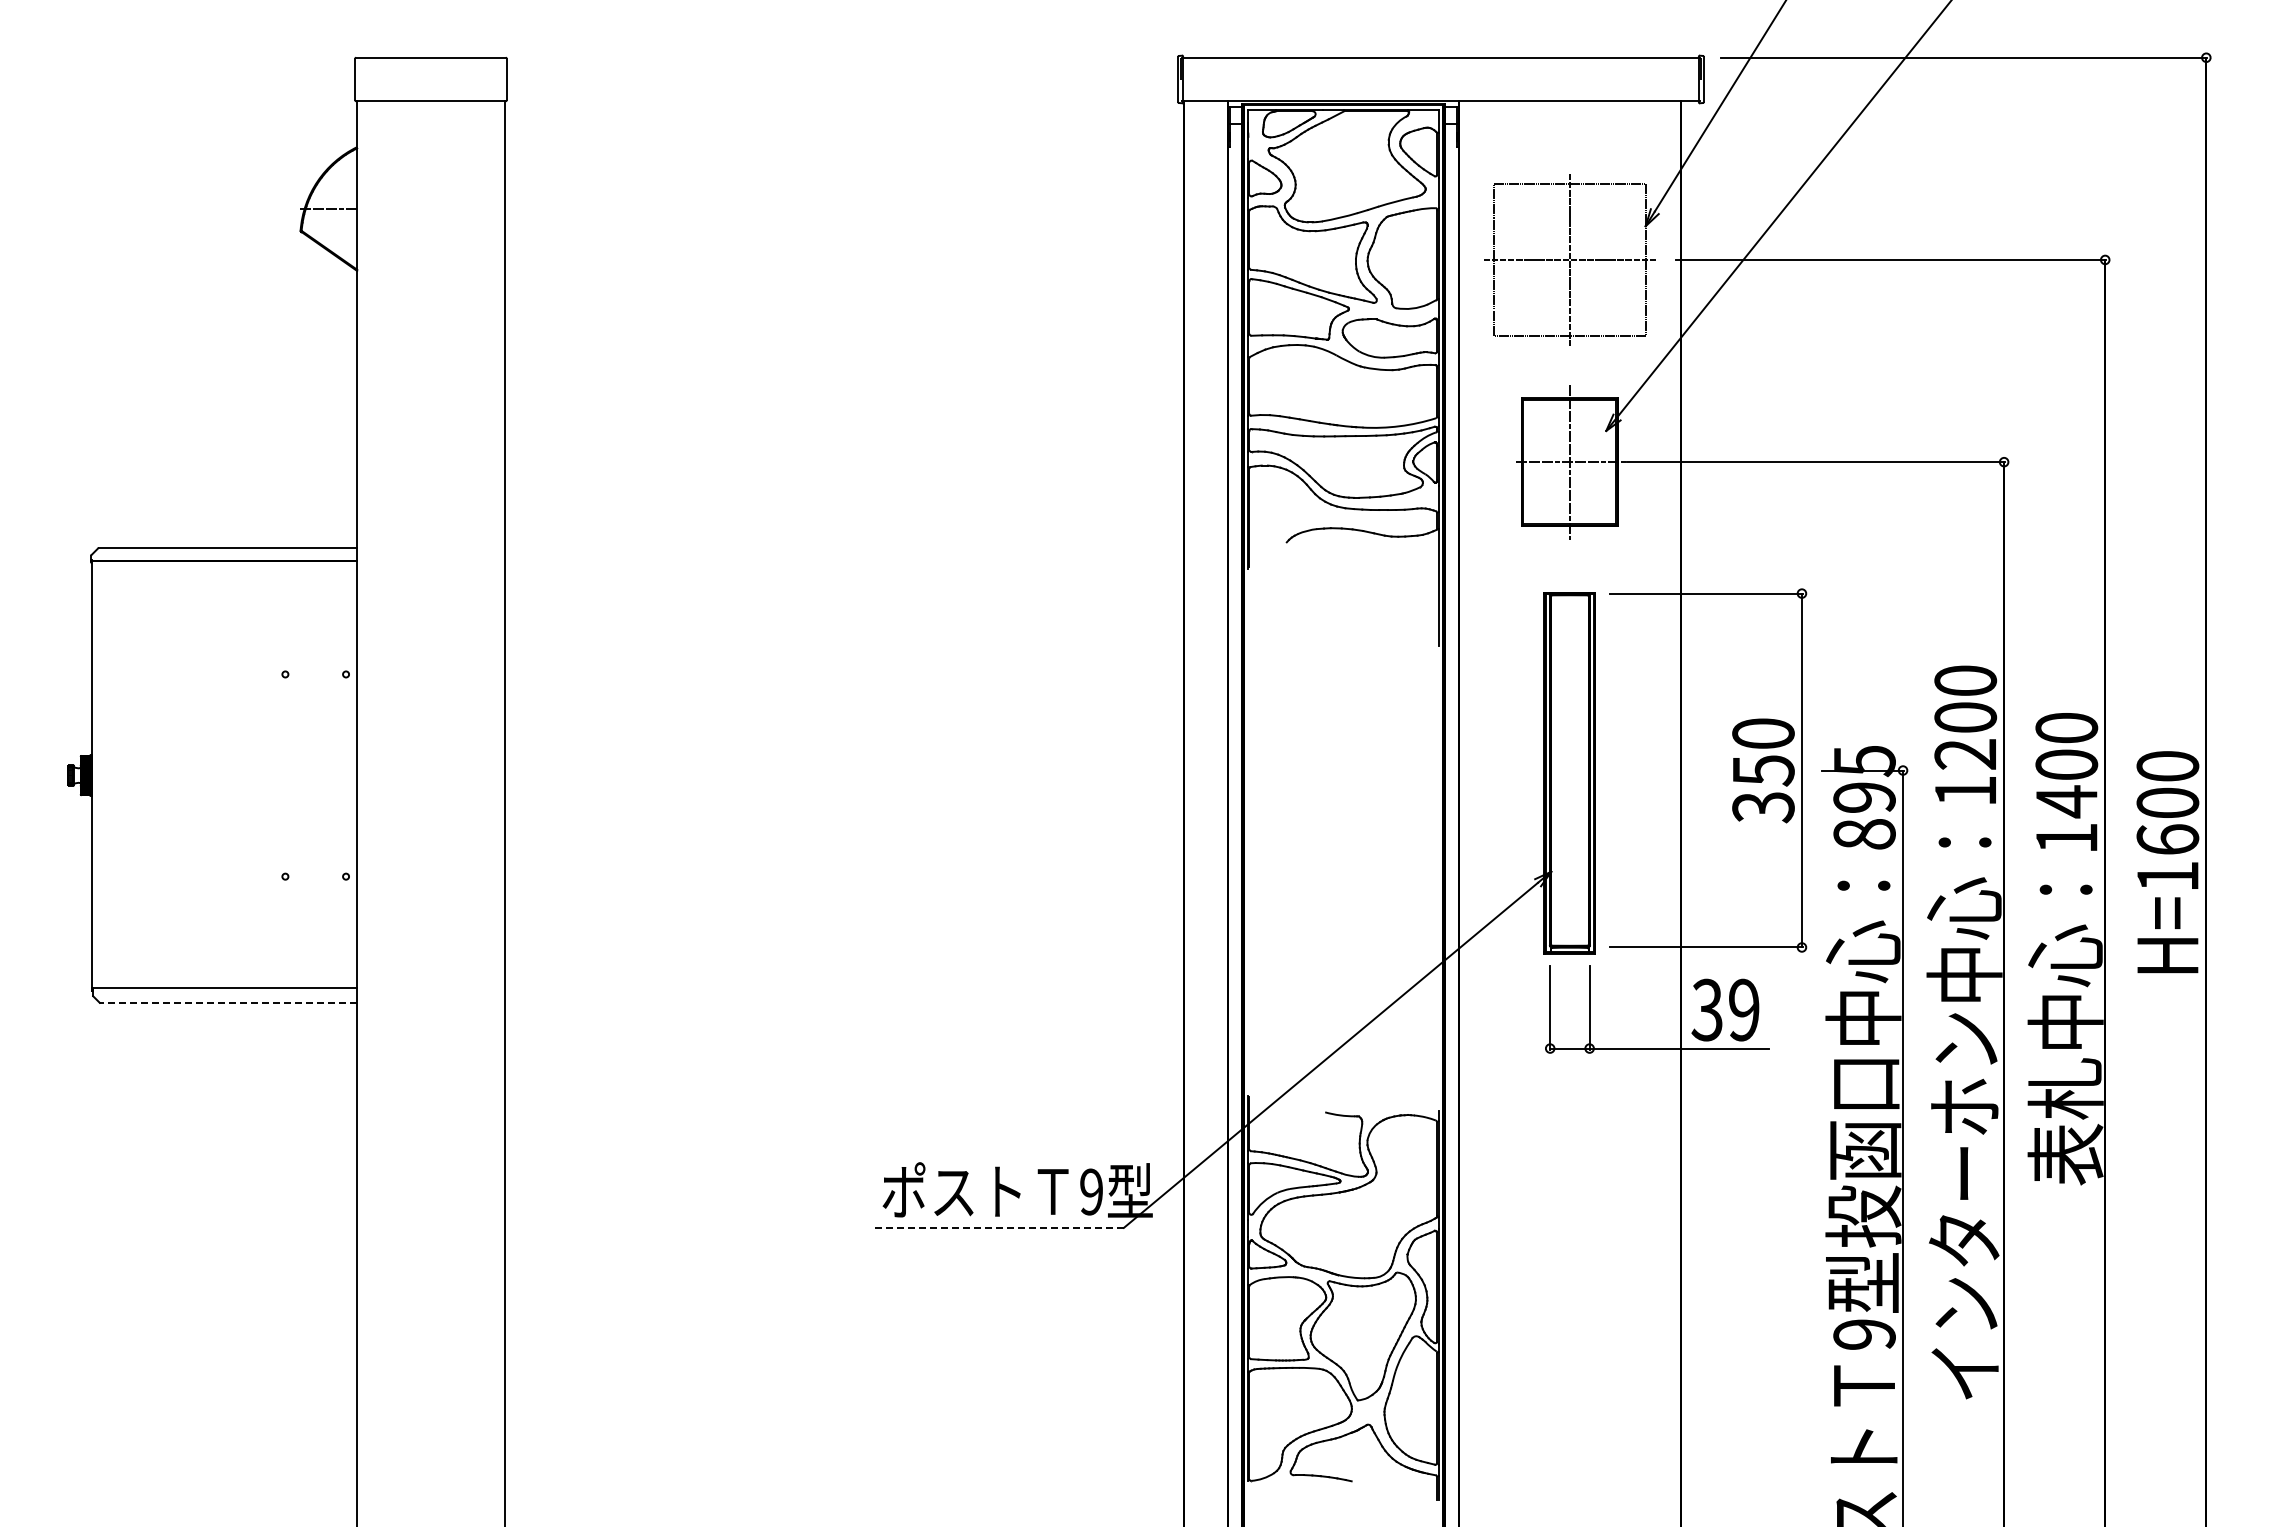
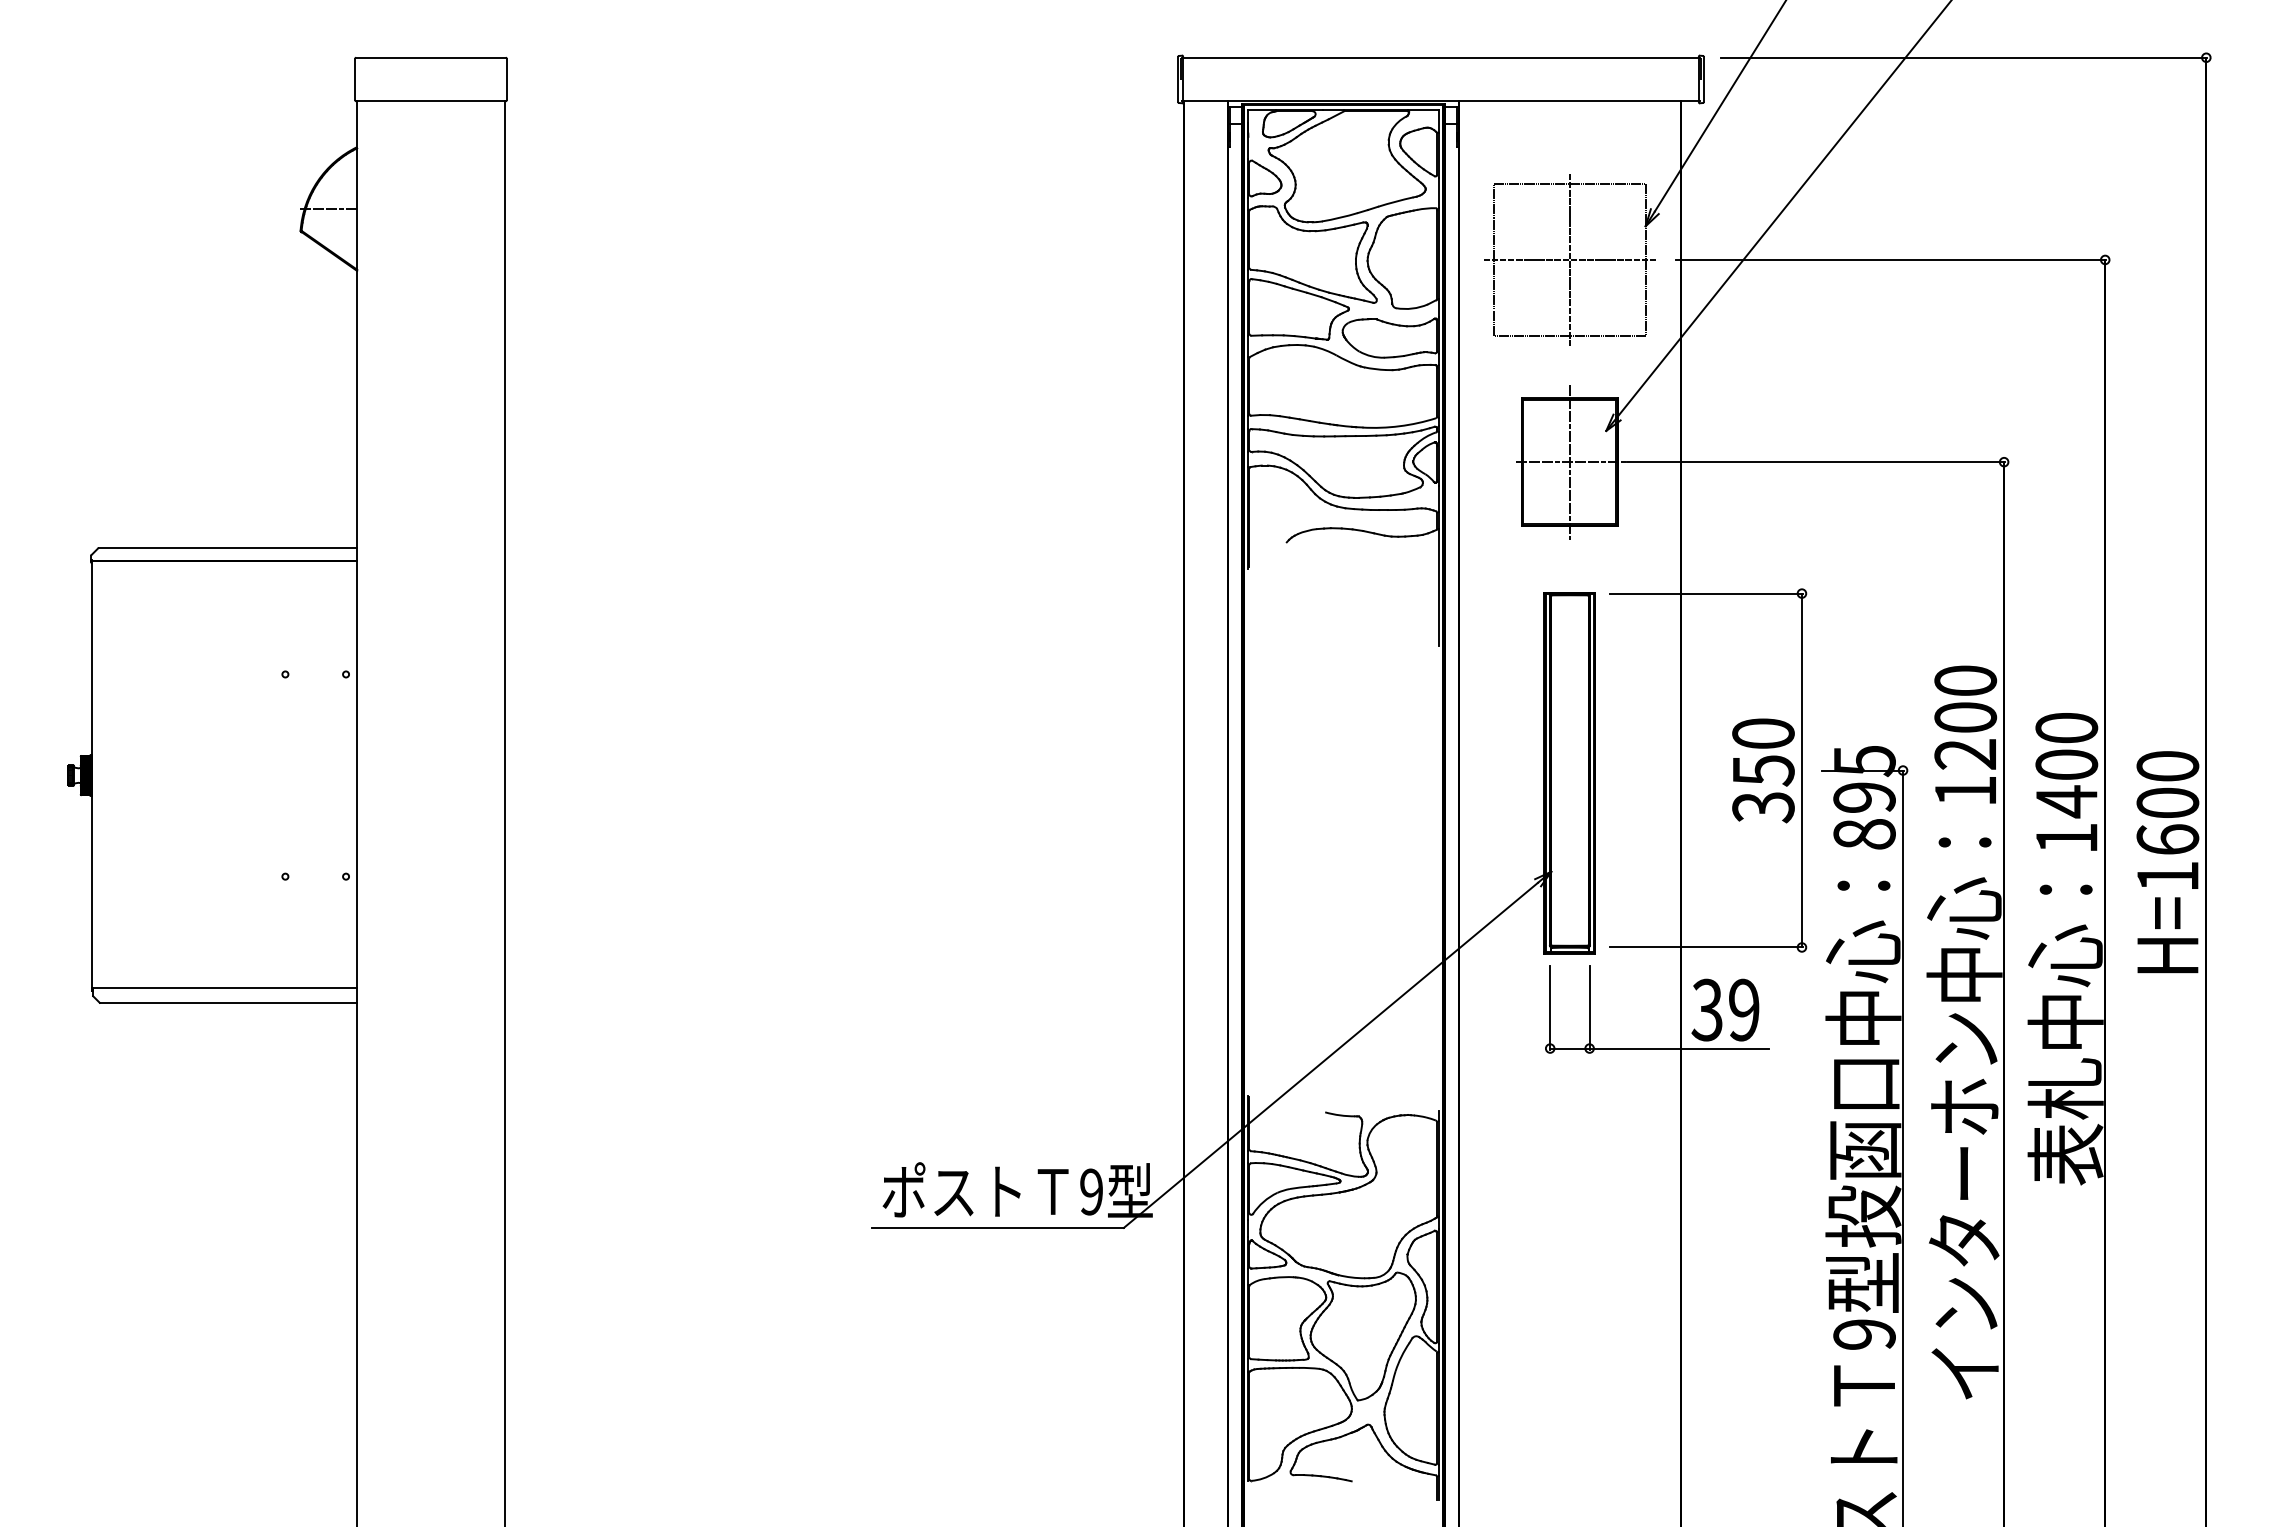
line at (228, 1003): dashed -> solid
line at (997, 1227): dashed -> solid
